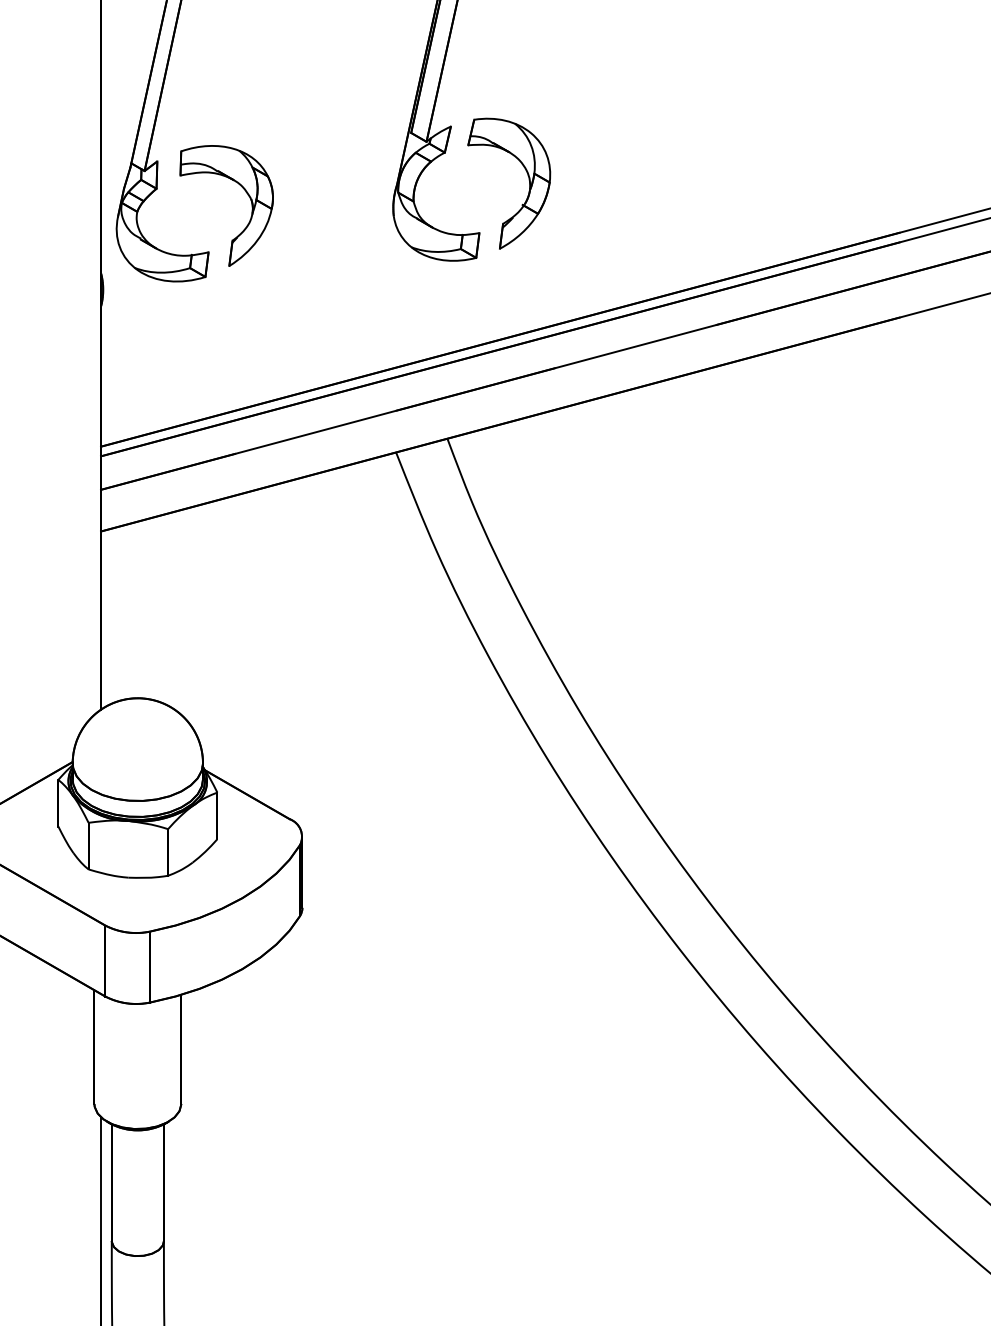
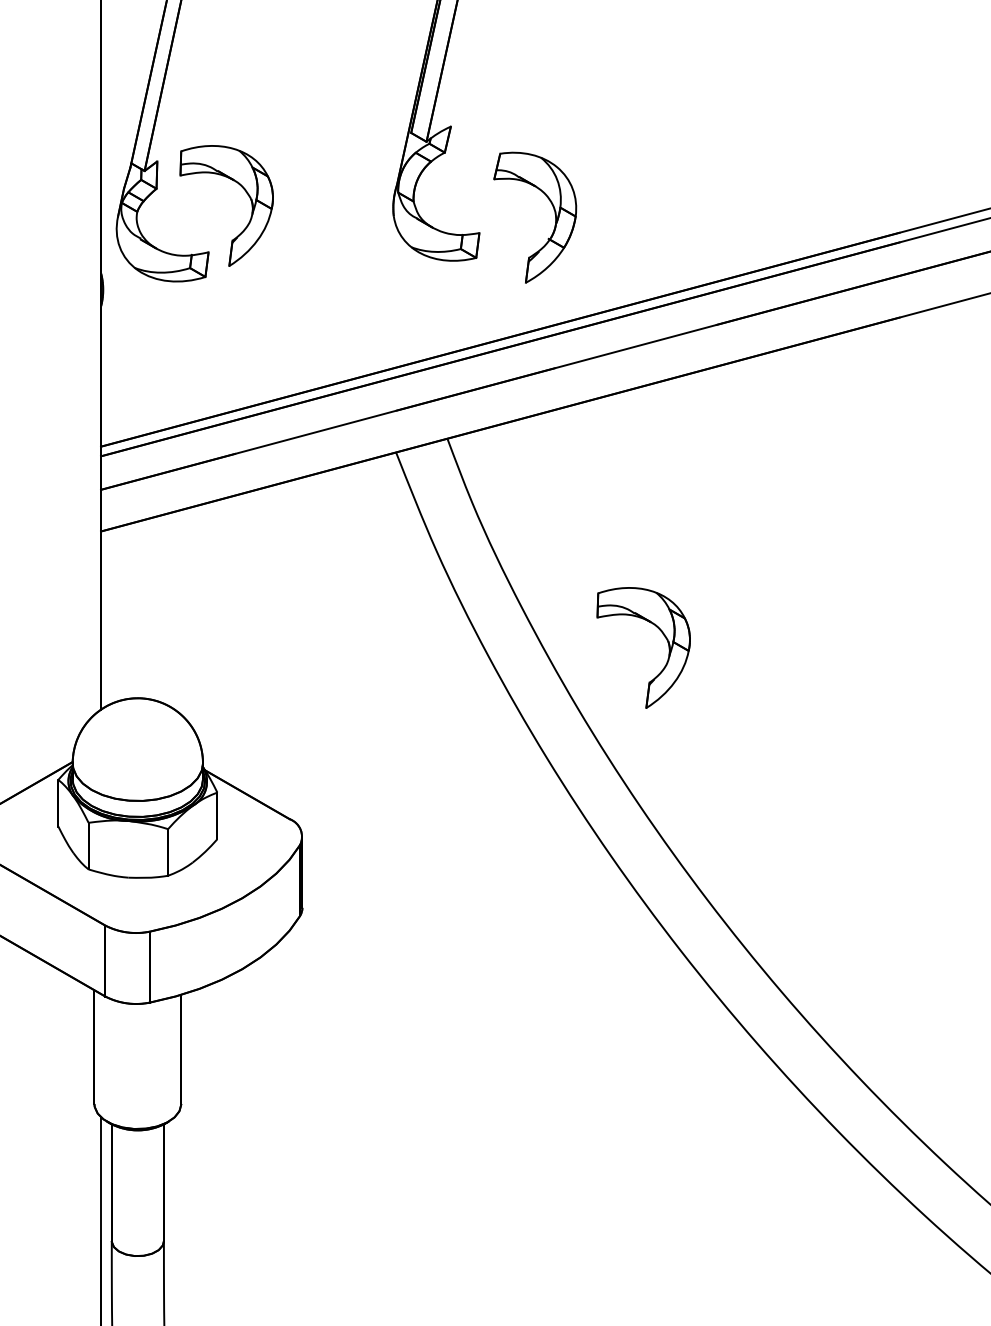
part at (528, 180) position: (528, 180) -> (554, 214)
part at (662, 634): none -> present
